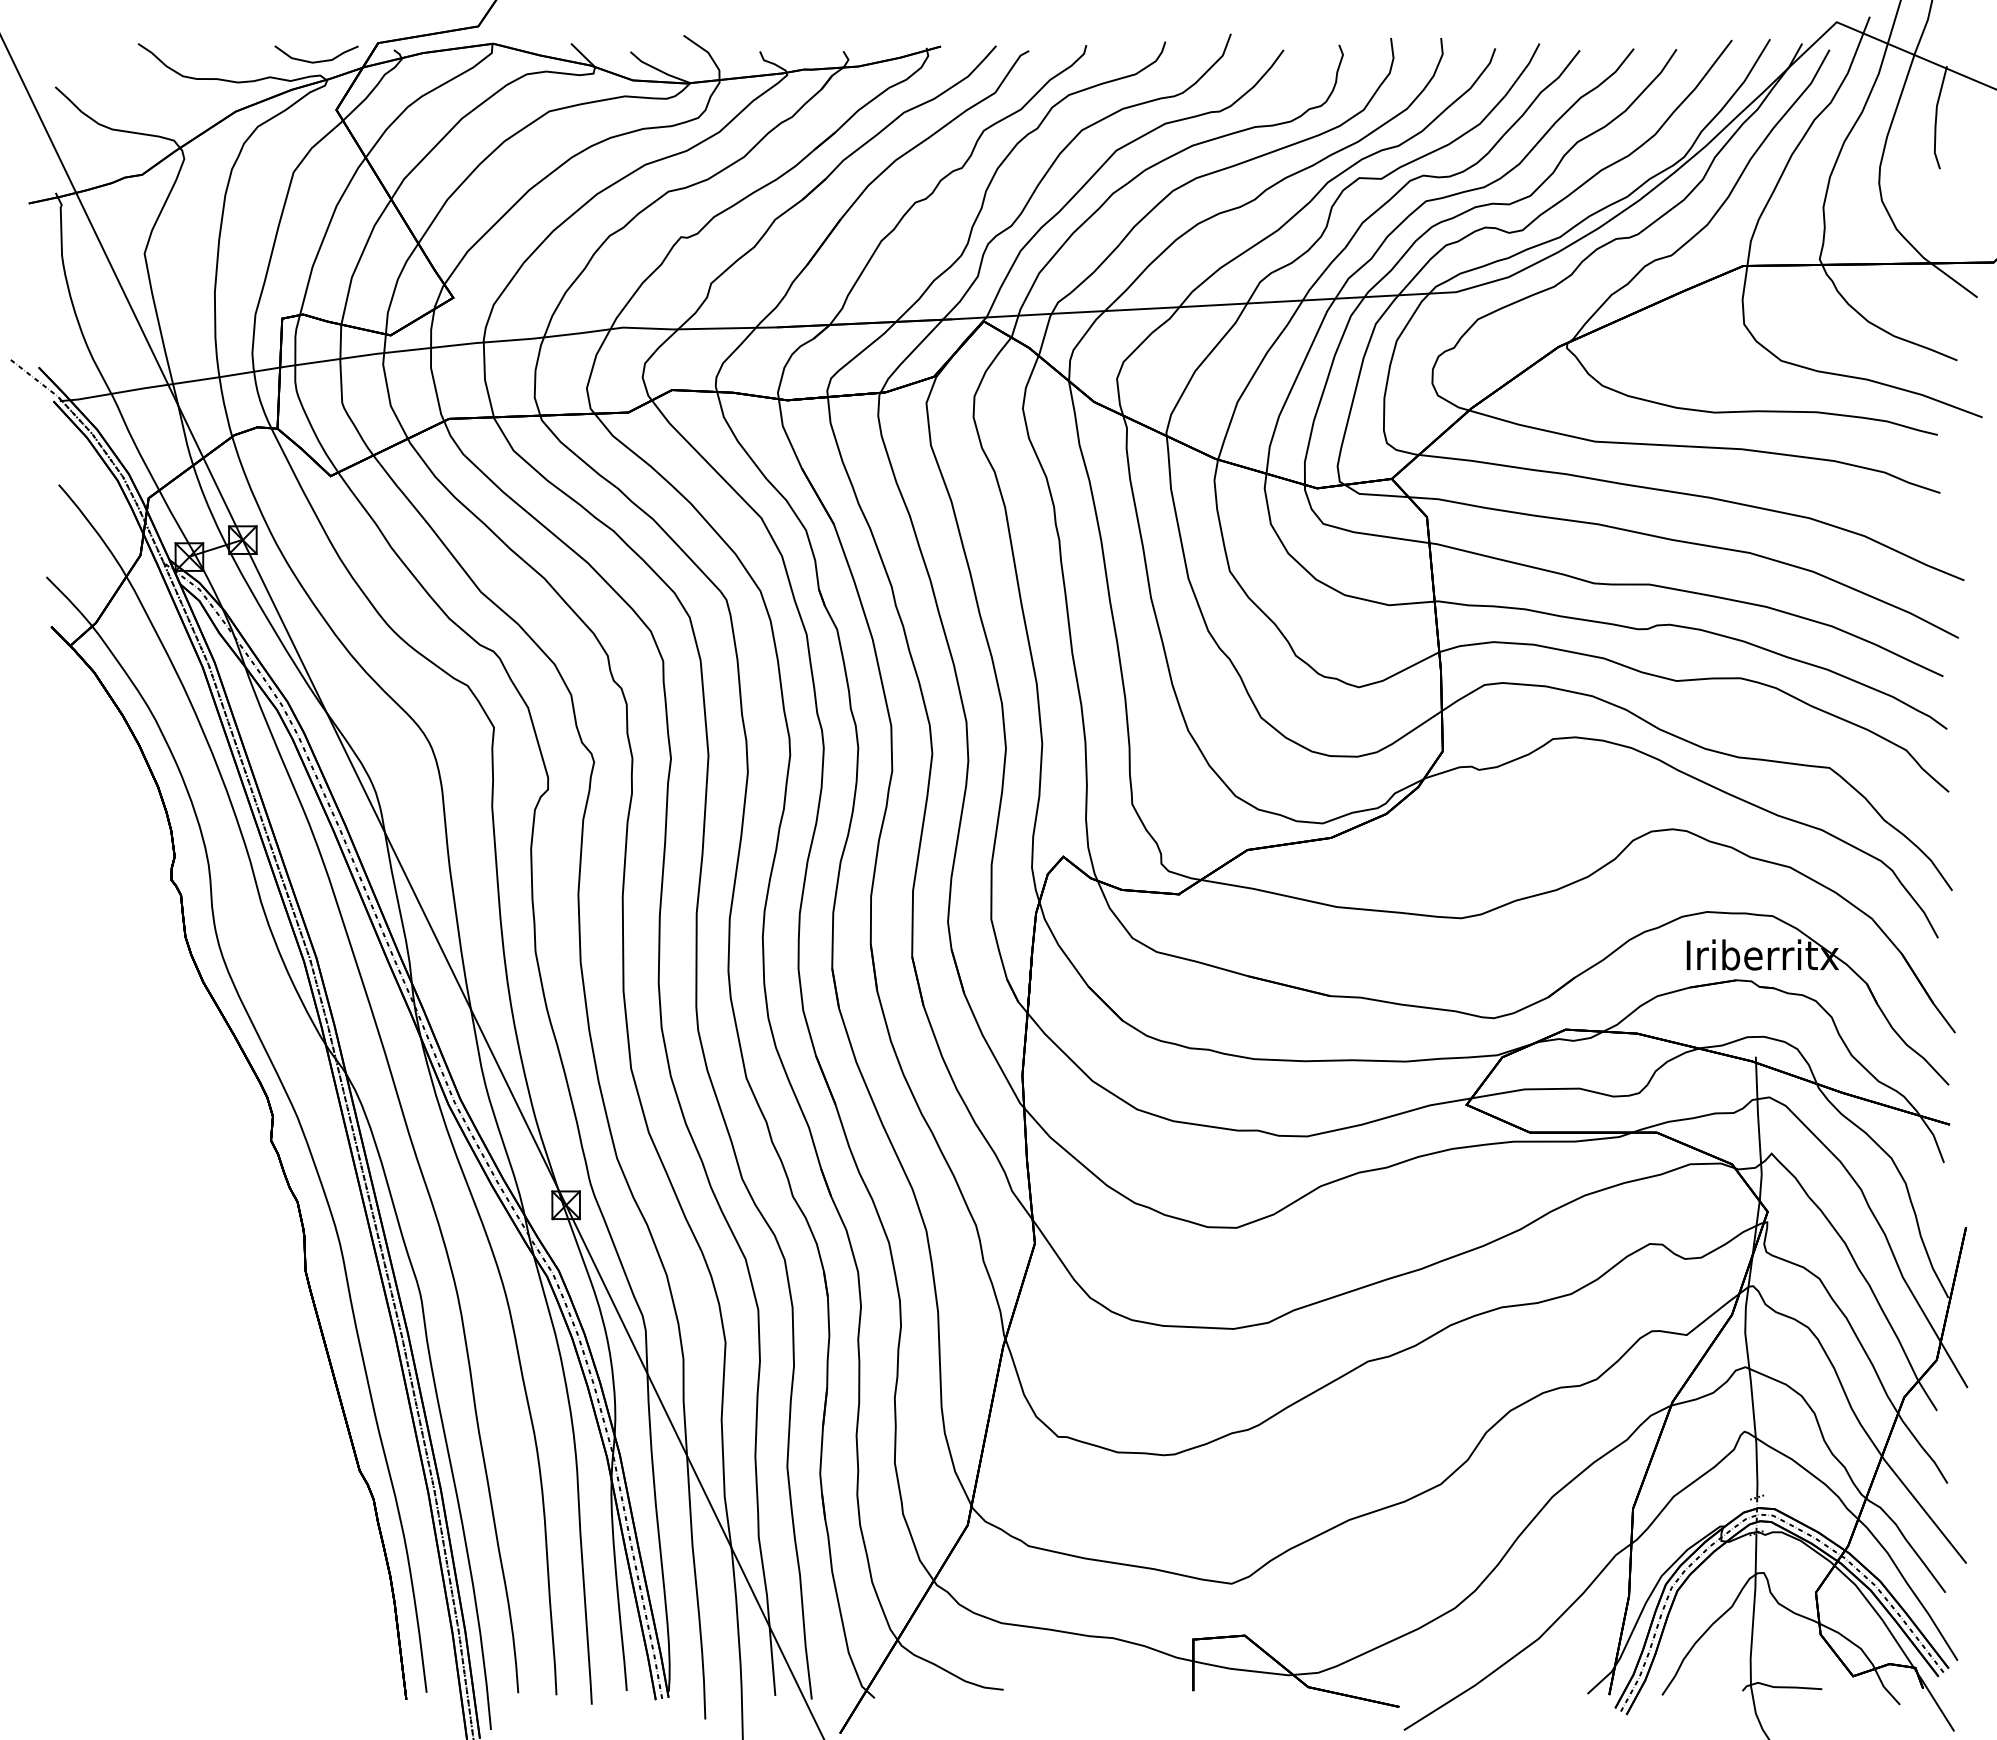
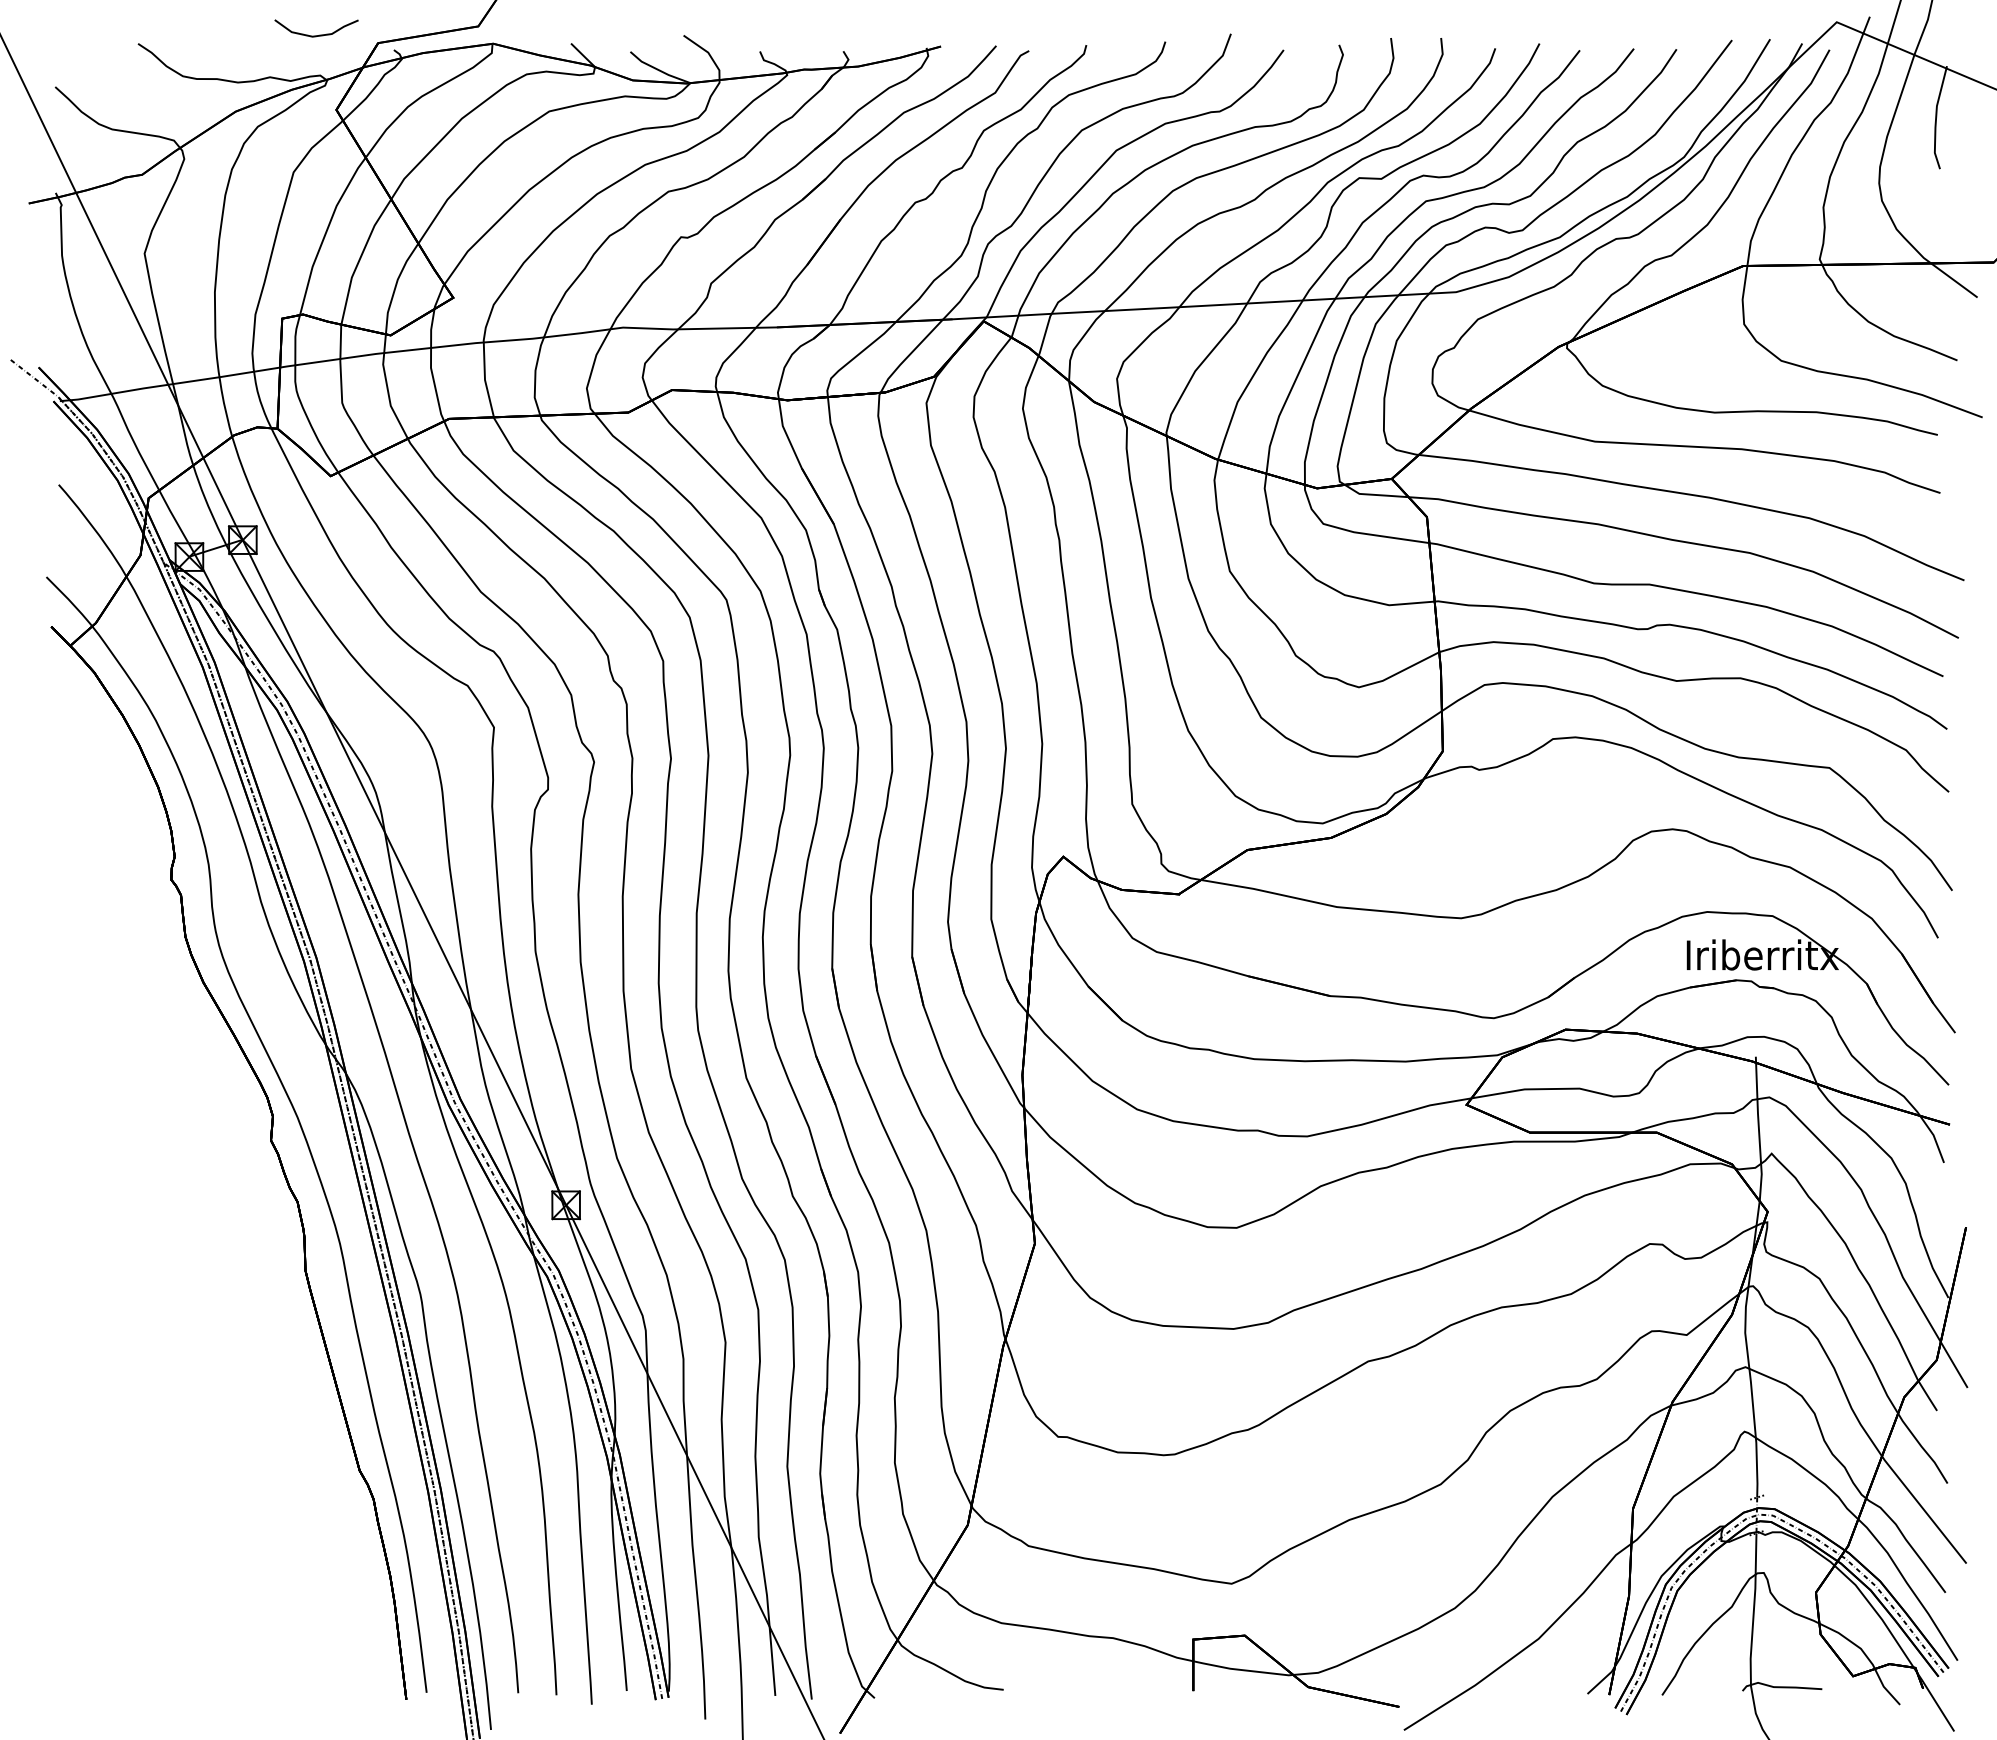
curve at (319, 60) position: (319, 60) -> (319, 34)
